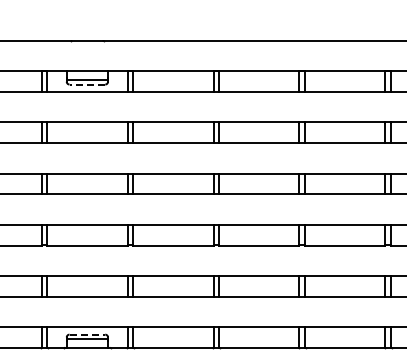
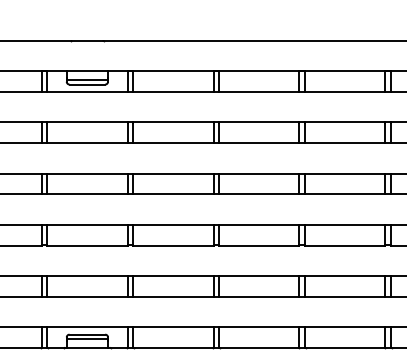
line at (87, 84): dashed -> solid
line at (87, 334): dashed -> solid
